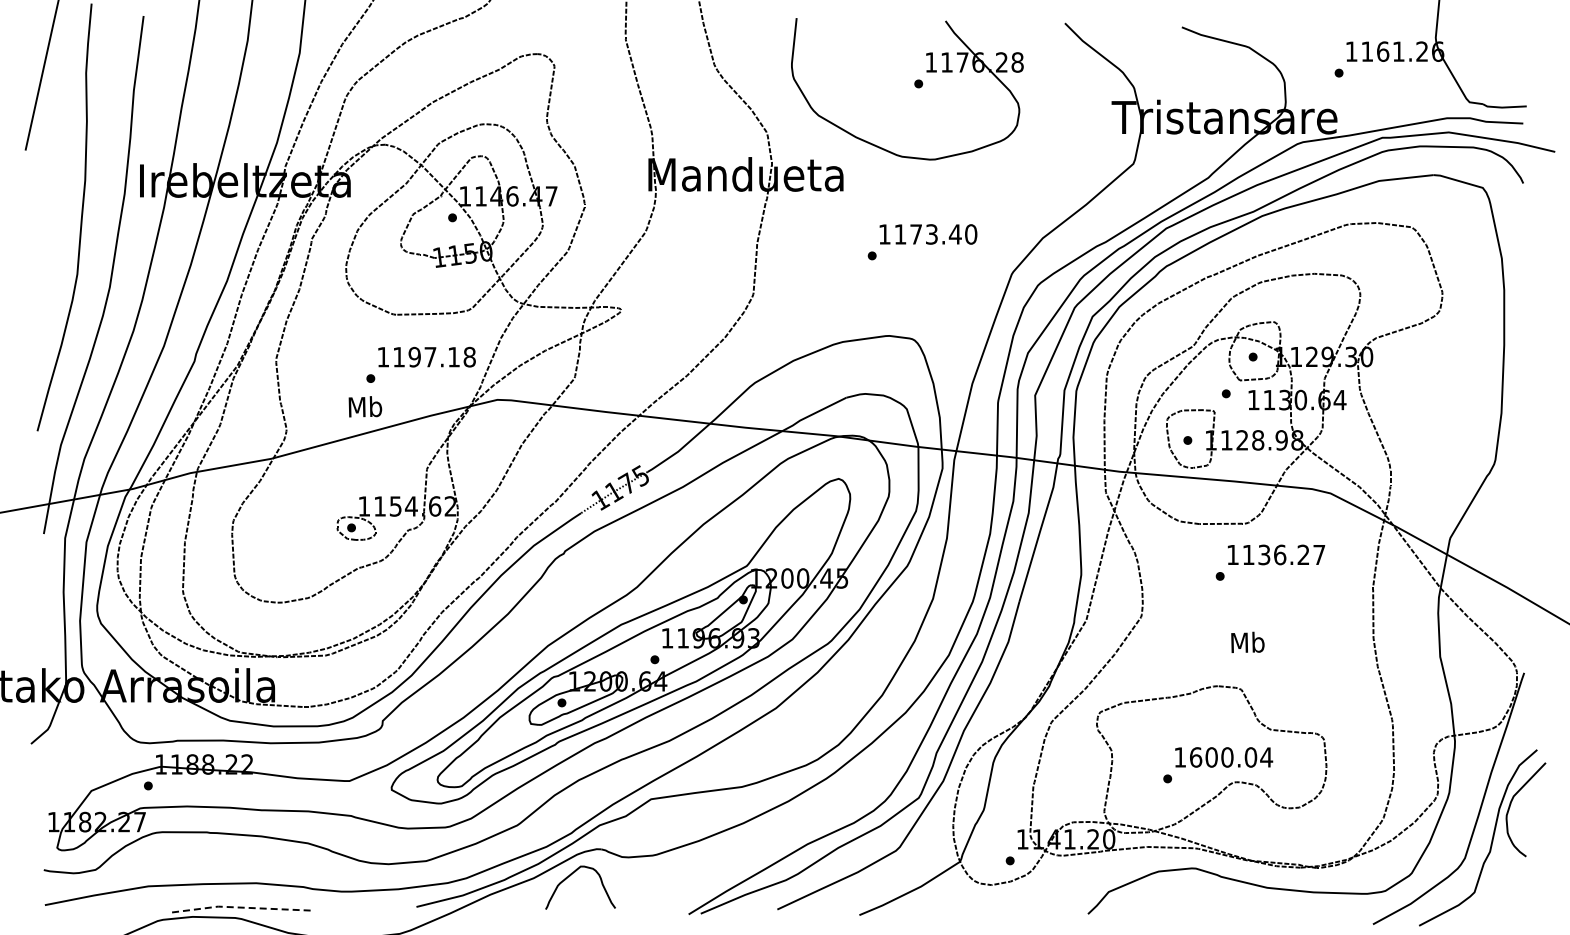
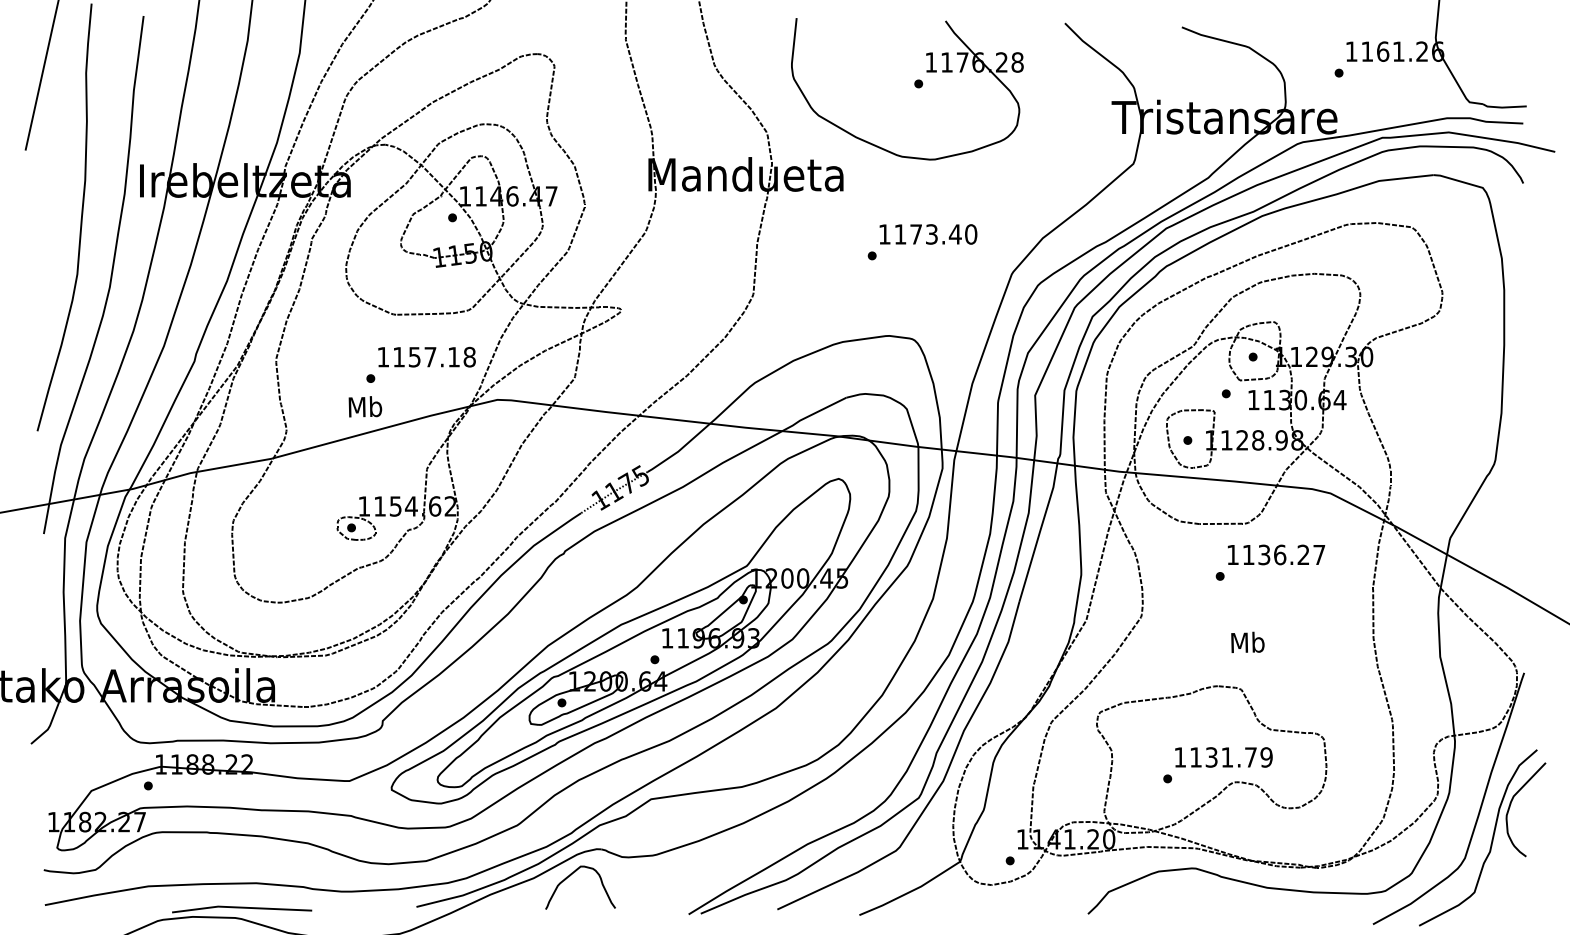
text at (414, 356): 1197.18 -> 1157.18
text at (1231, 757): 1600.04 -> 1131.79
line at (241, 907): dashed -> solid
